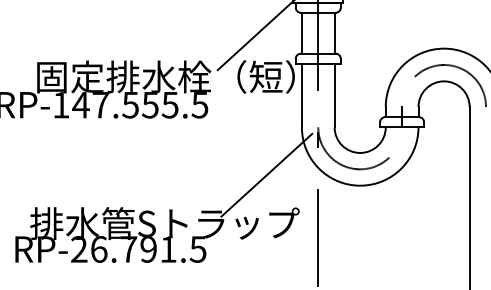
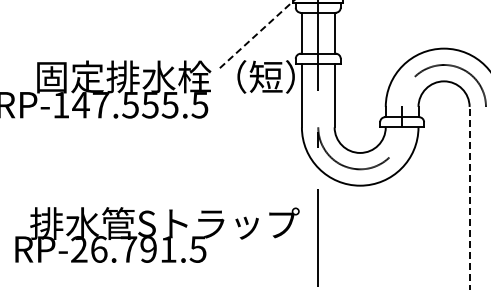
line at (256, 35): solid -> dashed
line at (266, 174): present -> none
line at (469, 197): solid -> dashed
